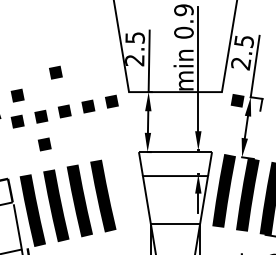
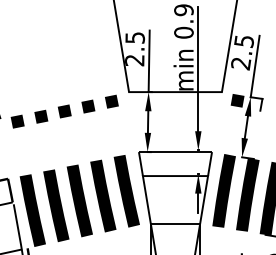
line at (55, 72): present -> none
line at (17, 95): present -> none
line at (44, 144): present -> none
curve at (126, 191): none -> present
